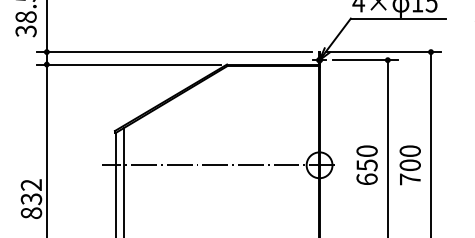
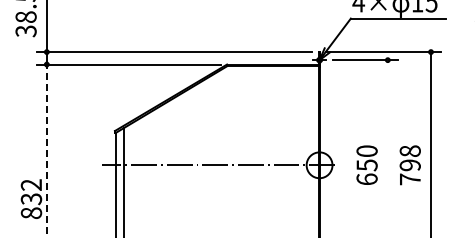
line at (387, 147): present -> none
line at (46, 151): solid -> dashed
text at (409, 158): 700 -> 798
